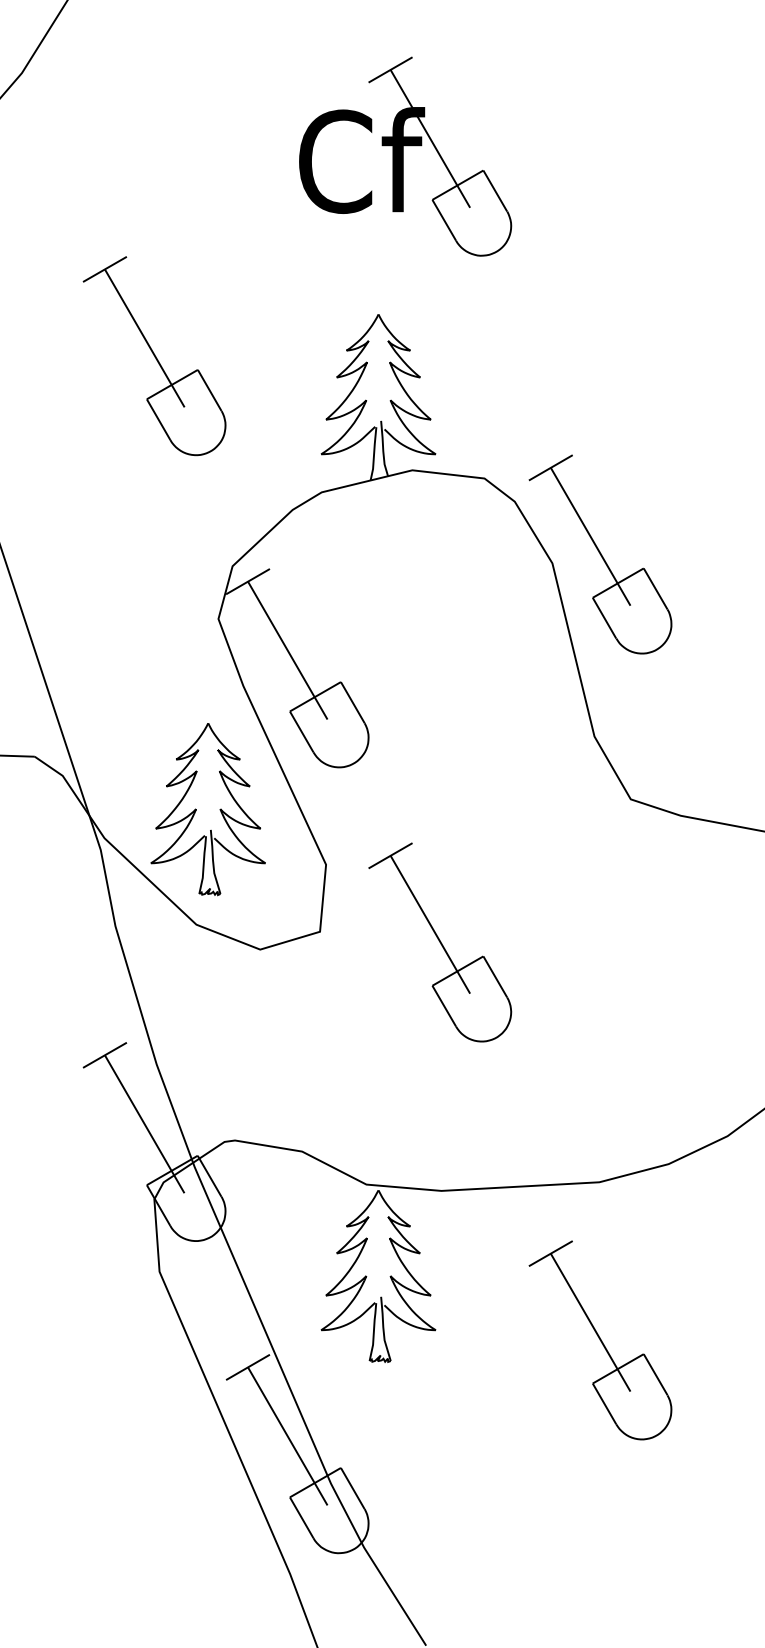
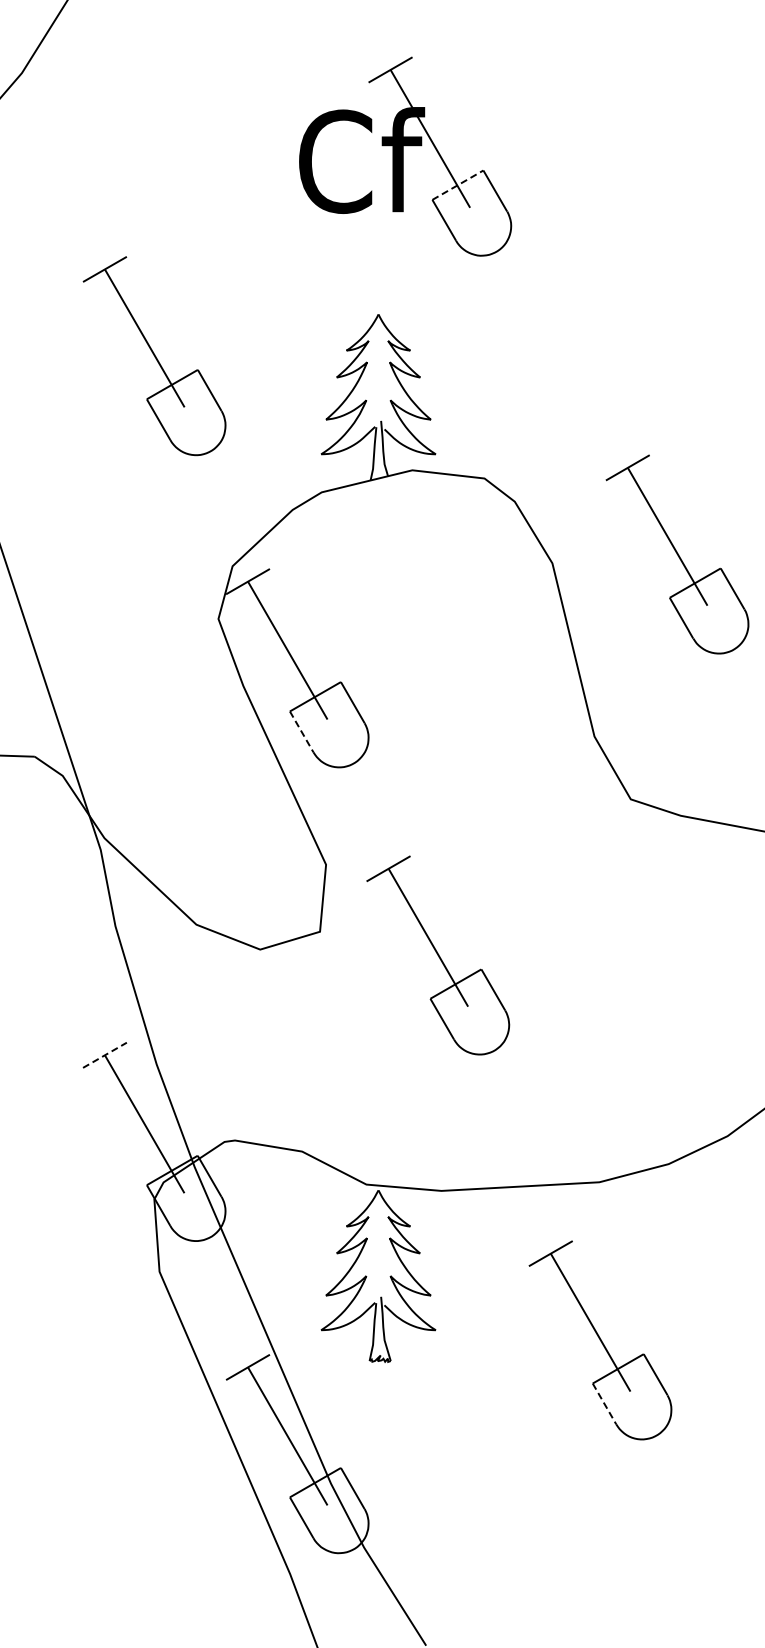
line at (458, 184): solid -> dashed
part at (600, 554) position: (600, 554) -> (677, 554)
line at (301, 731): solid -> dashed
part at (196, 809): present -> none
part at (440, 942) position: (440, 942) -> (438, 955)
line at (105, 1055): solid -> dashed
line at (604, 1403): solid -> dashed
